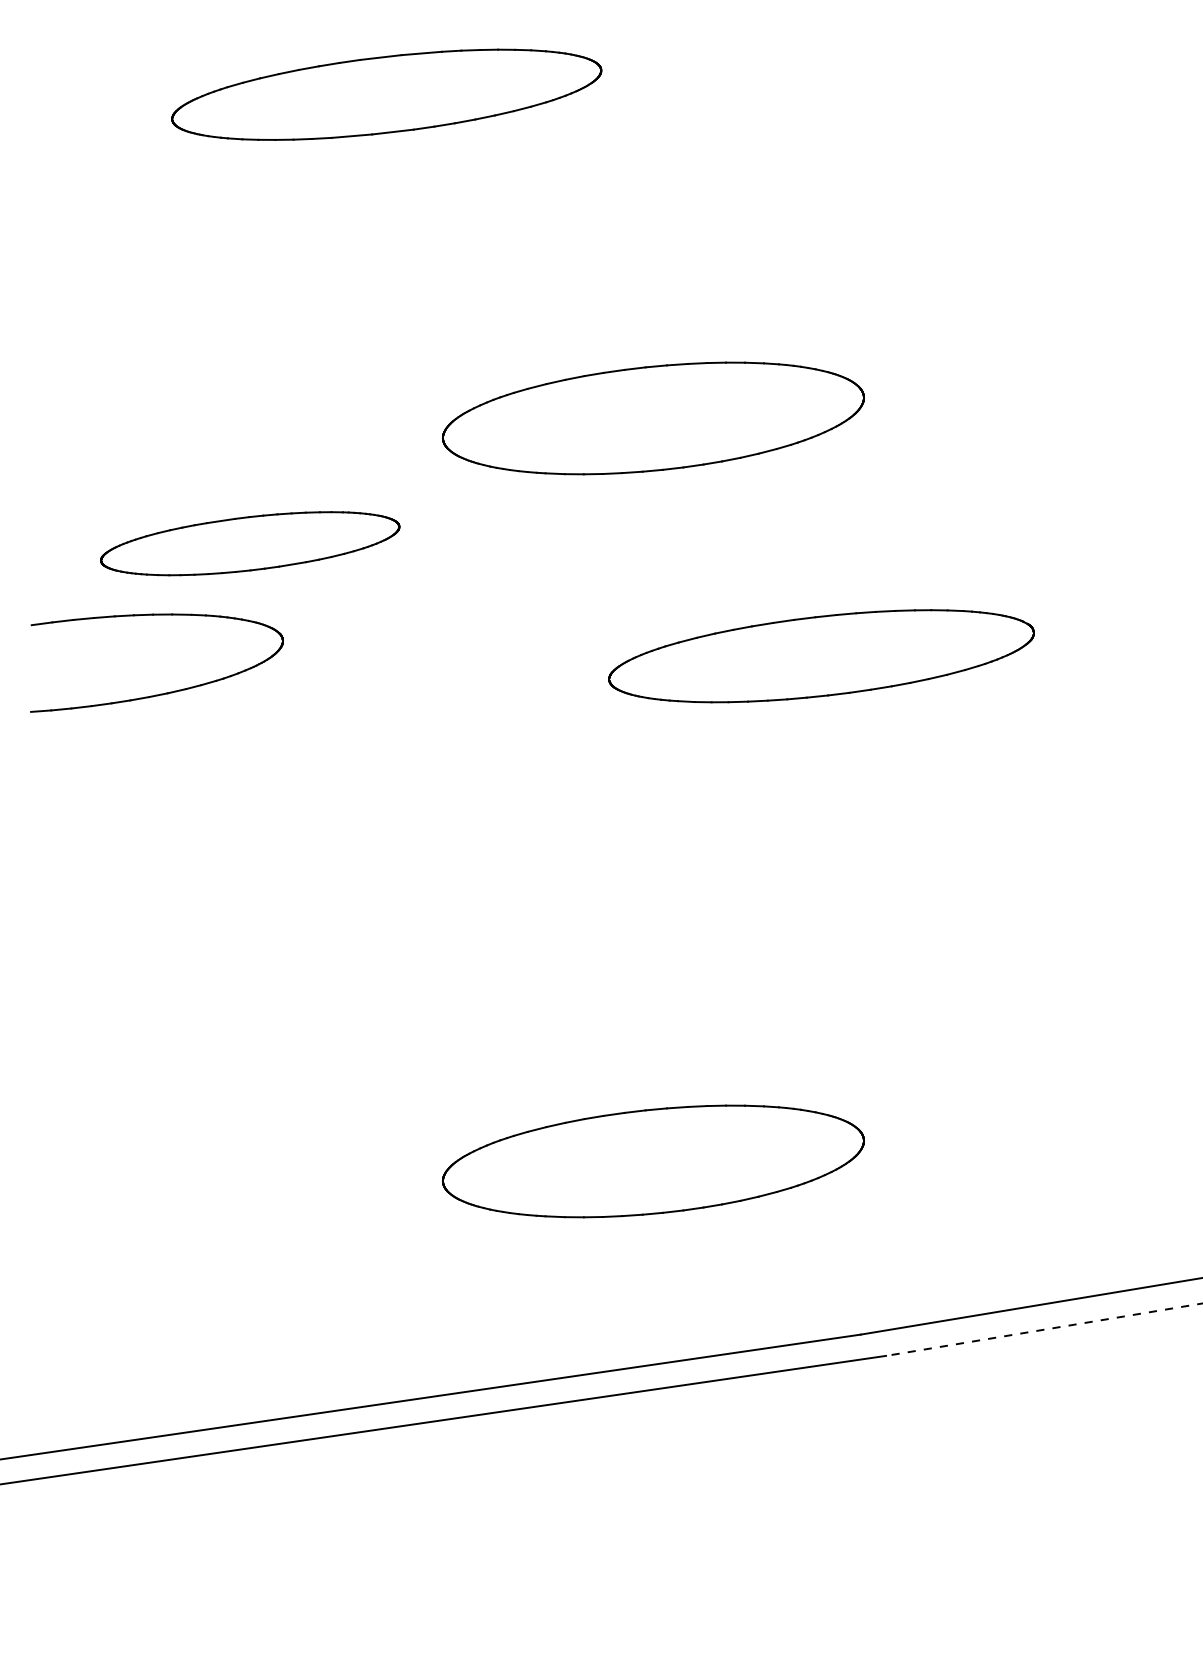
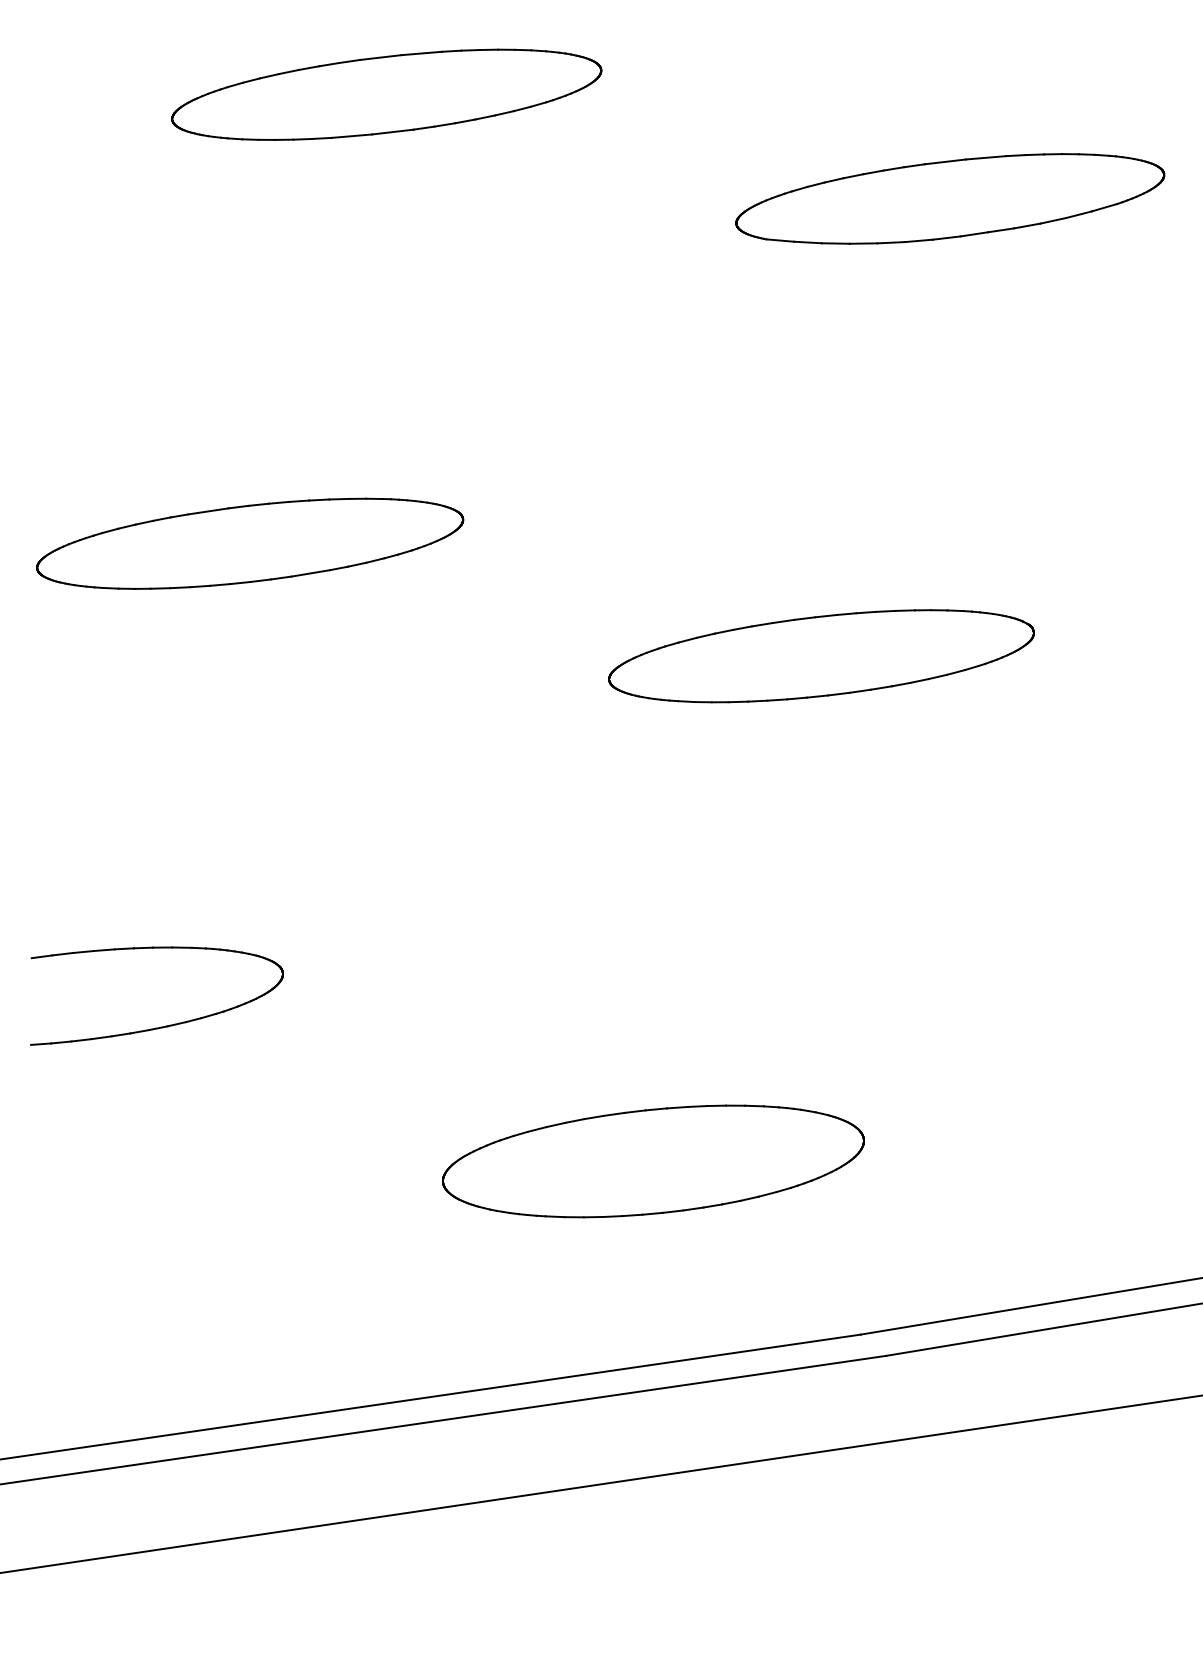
part at (950, 198): none -> present
part at (653, 418): present -> none
part at (250, 543) size: 301x66 px -> 429x93 px
part at (160, 693) position: (160, 693) -> (160, 1026)
line at (1043, 1329): dashed -> solid
line at (600, 1483): none -> present
